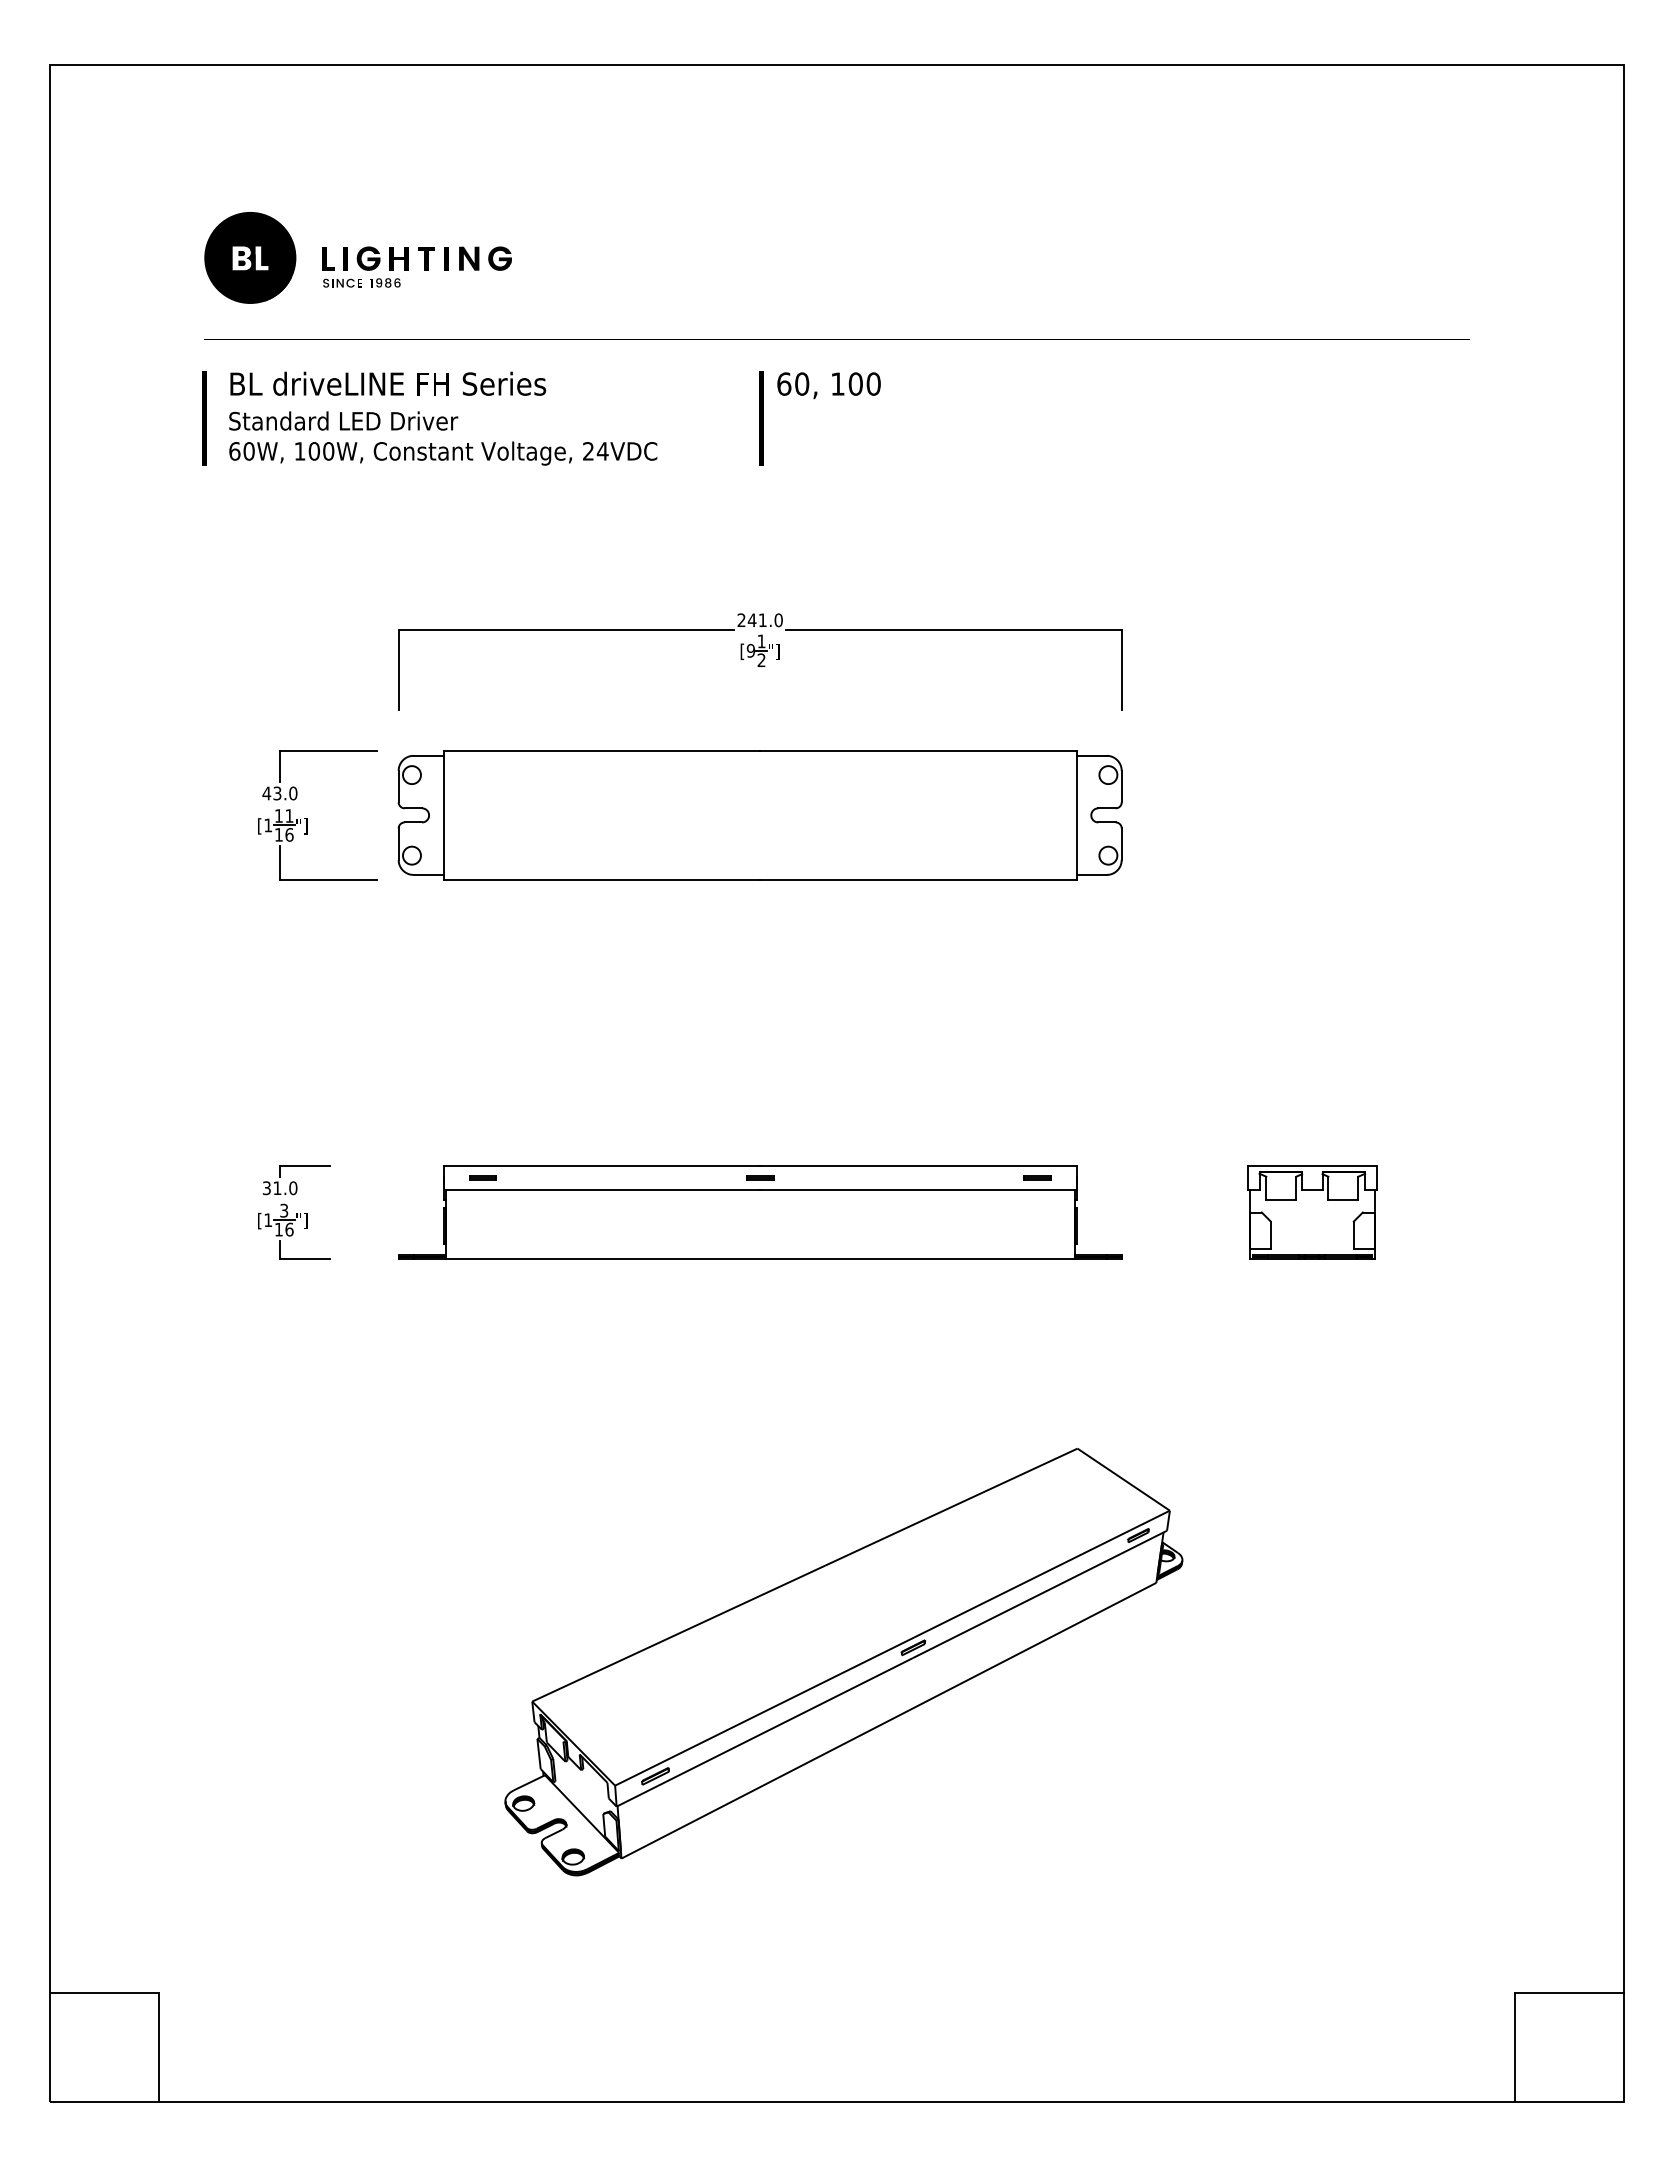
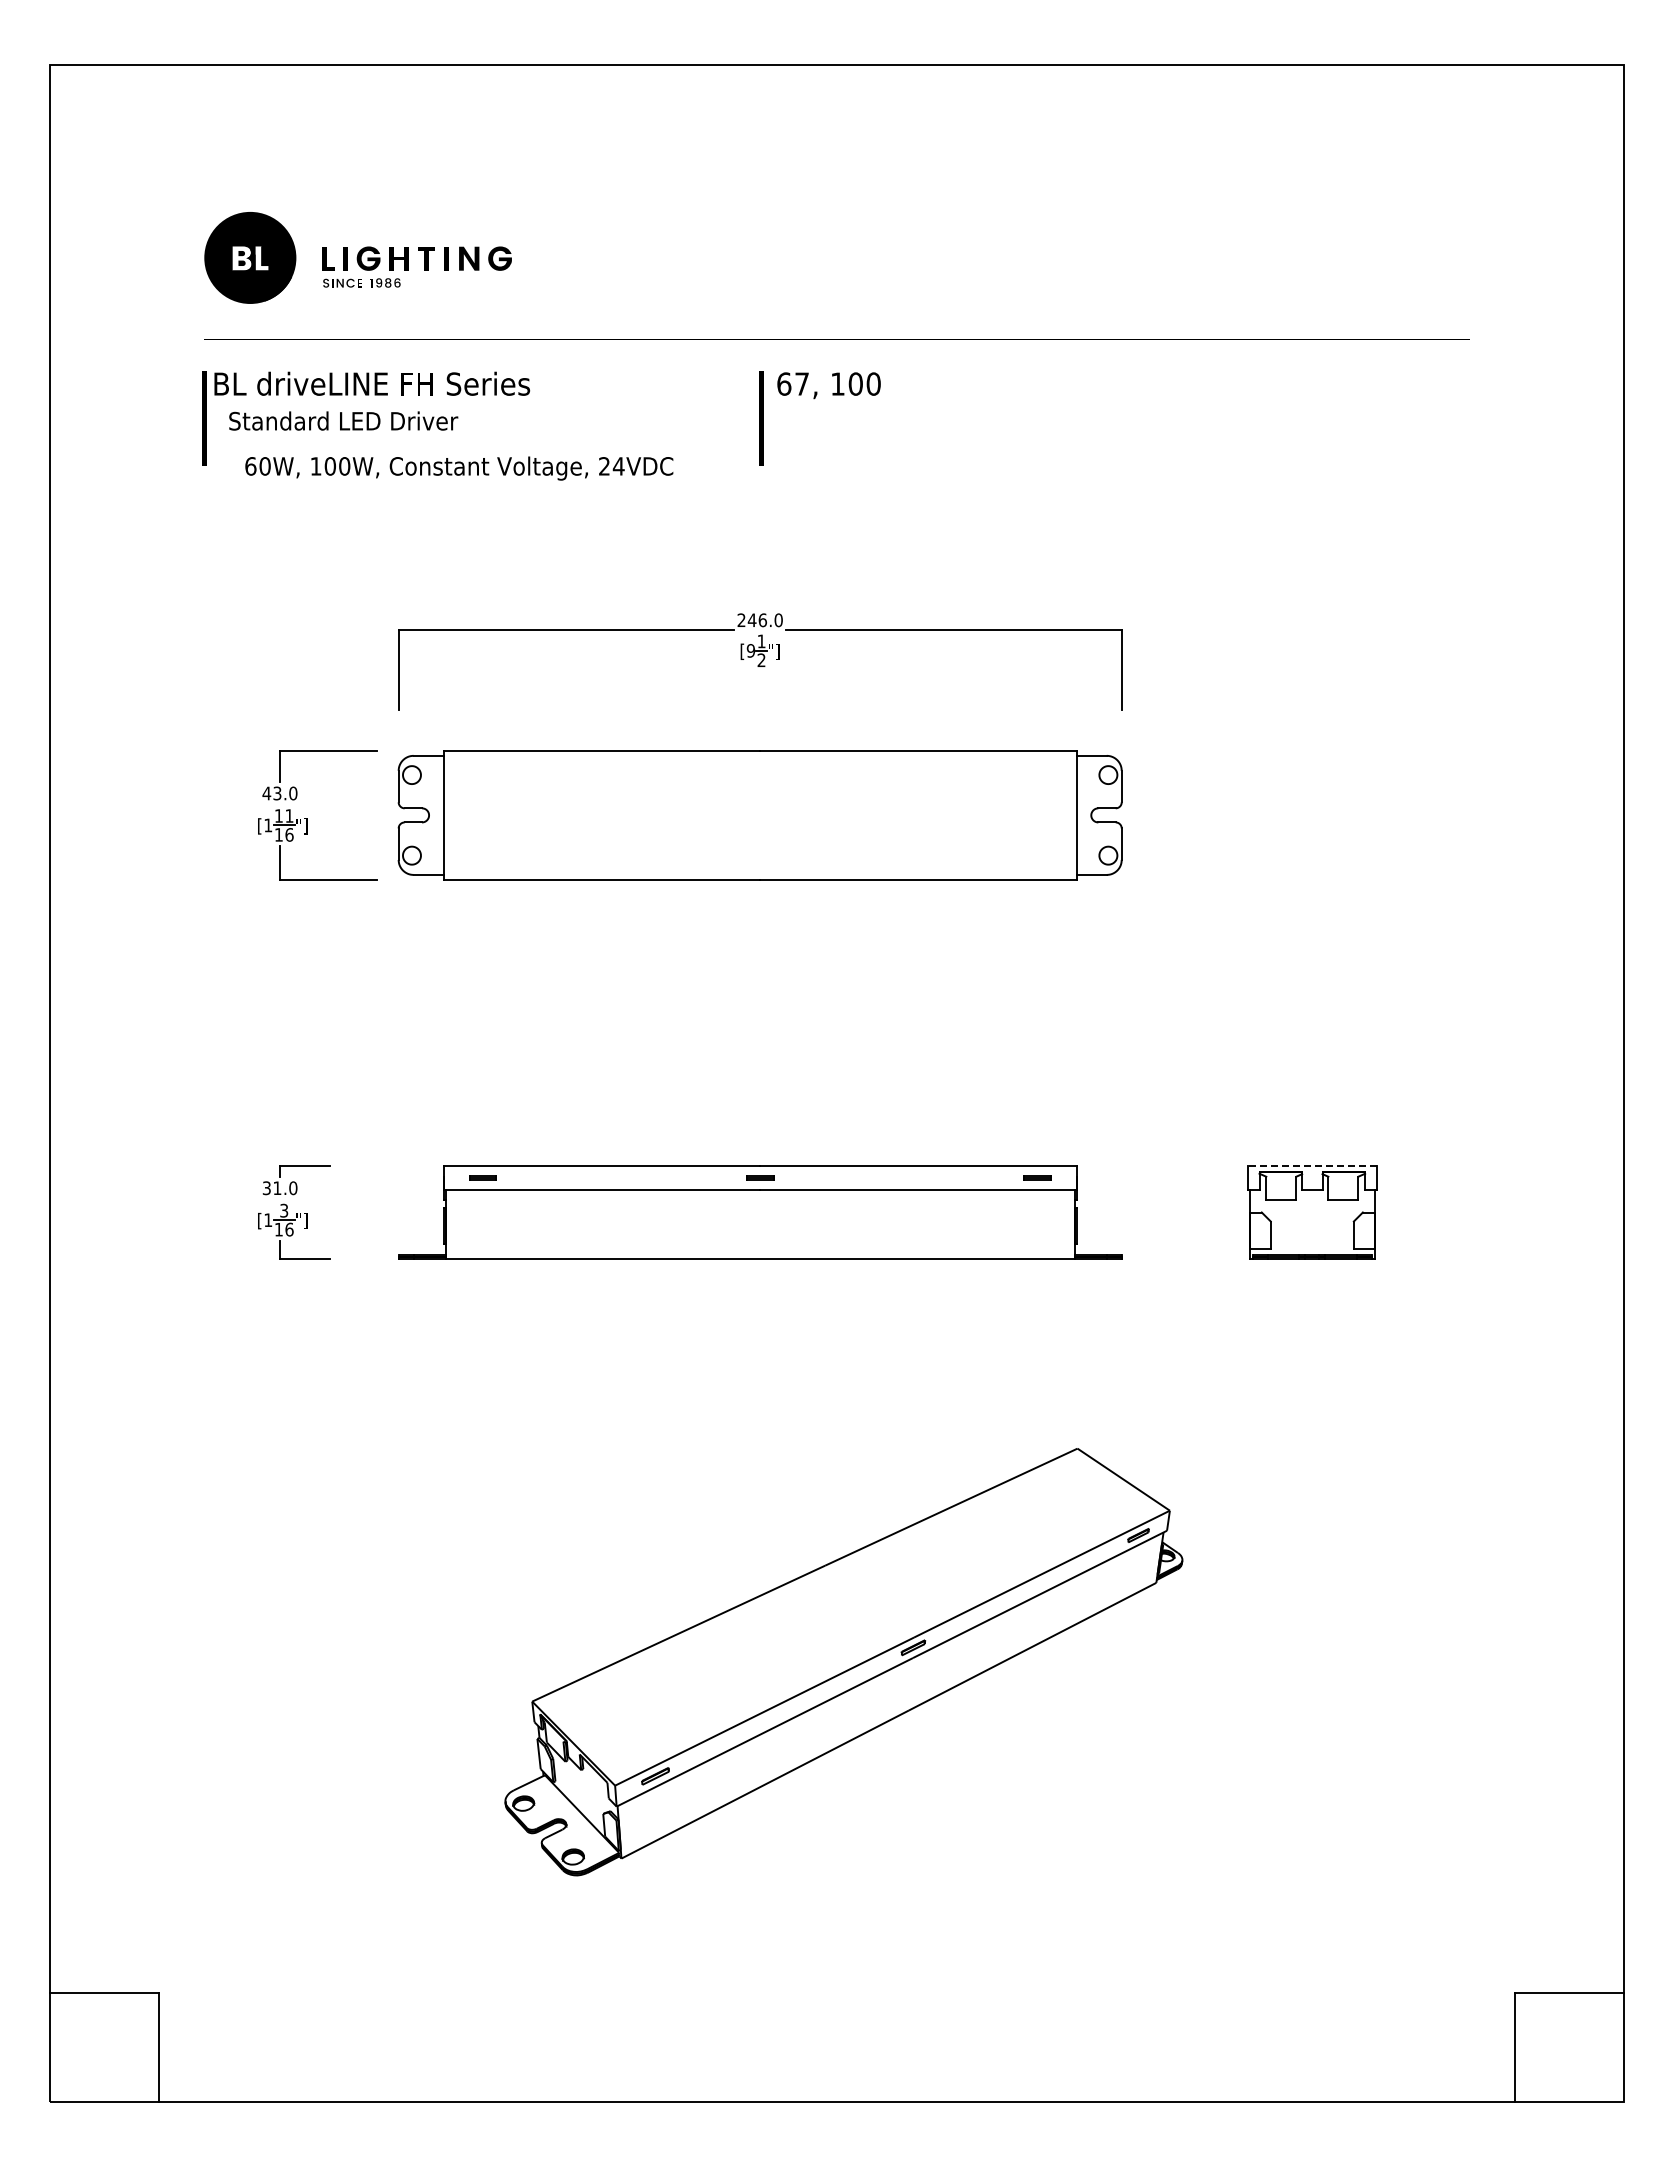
text at (388, 383) position: (388, 383) -> (372, 383)
text at (802, 383): 60, -> 67,
text at (443, 453) position: (443, 453) -> (459, 468)
text at (762, 620): 241.0 -> 246.0
line at (1312, 1166): solid -> dashed
